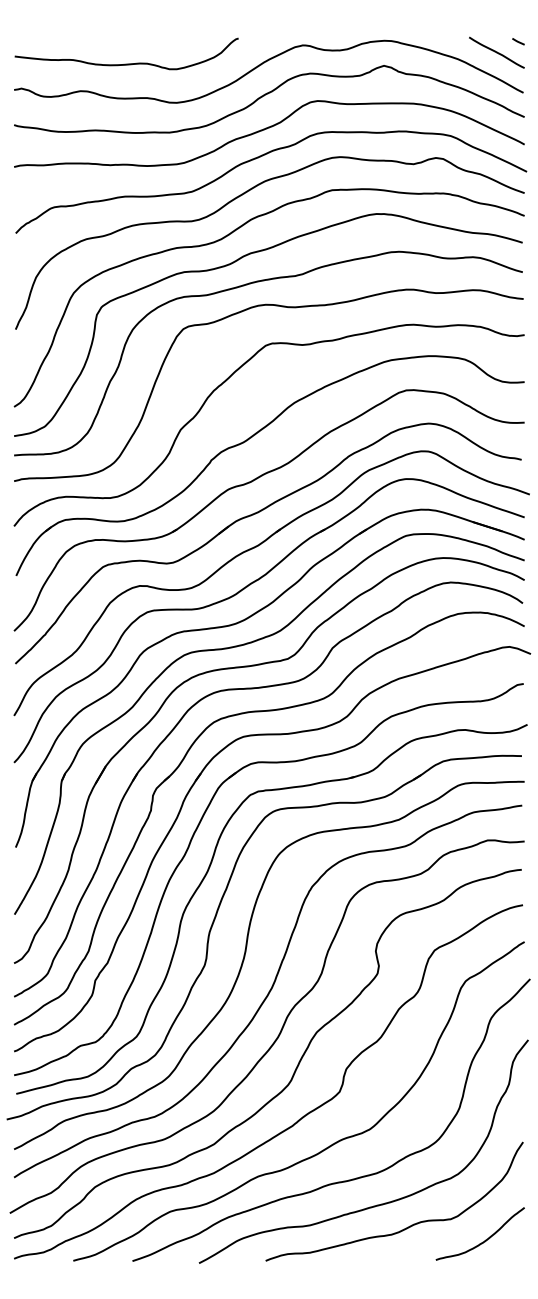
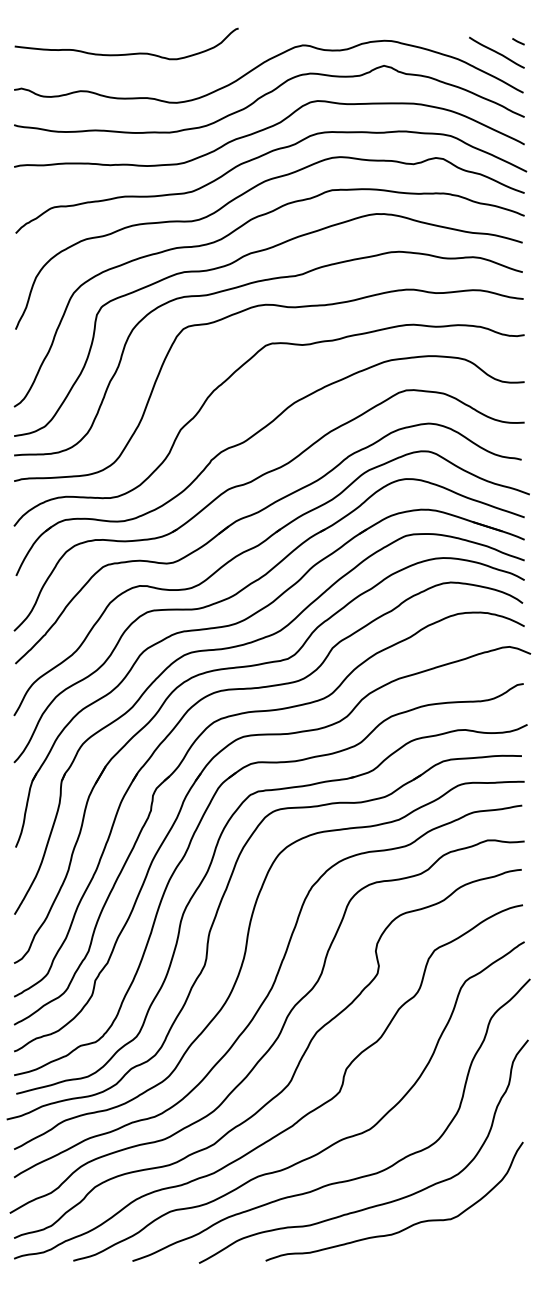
curve at (126, 63) position: (126, 63) -> (126, 53)
curve at (485, 1239): present -> none
